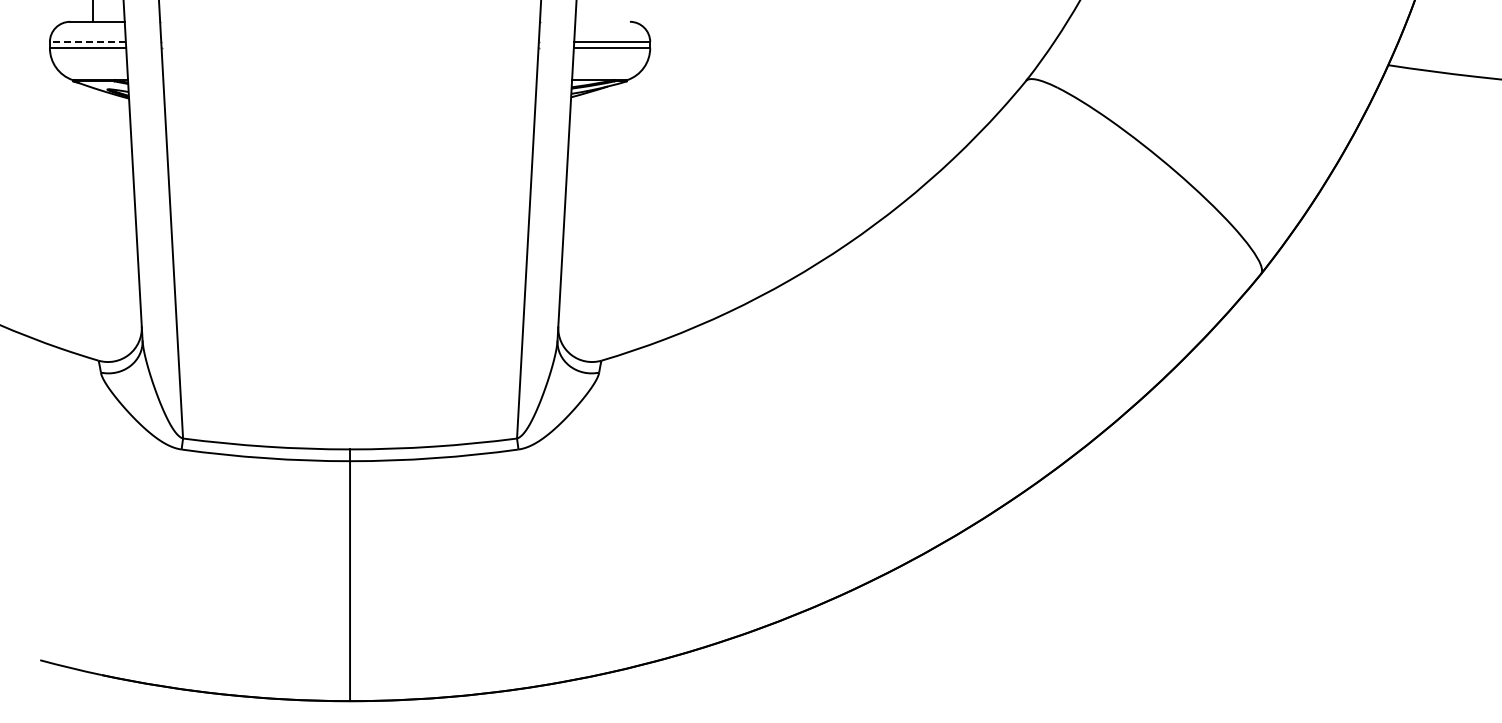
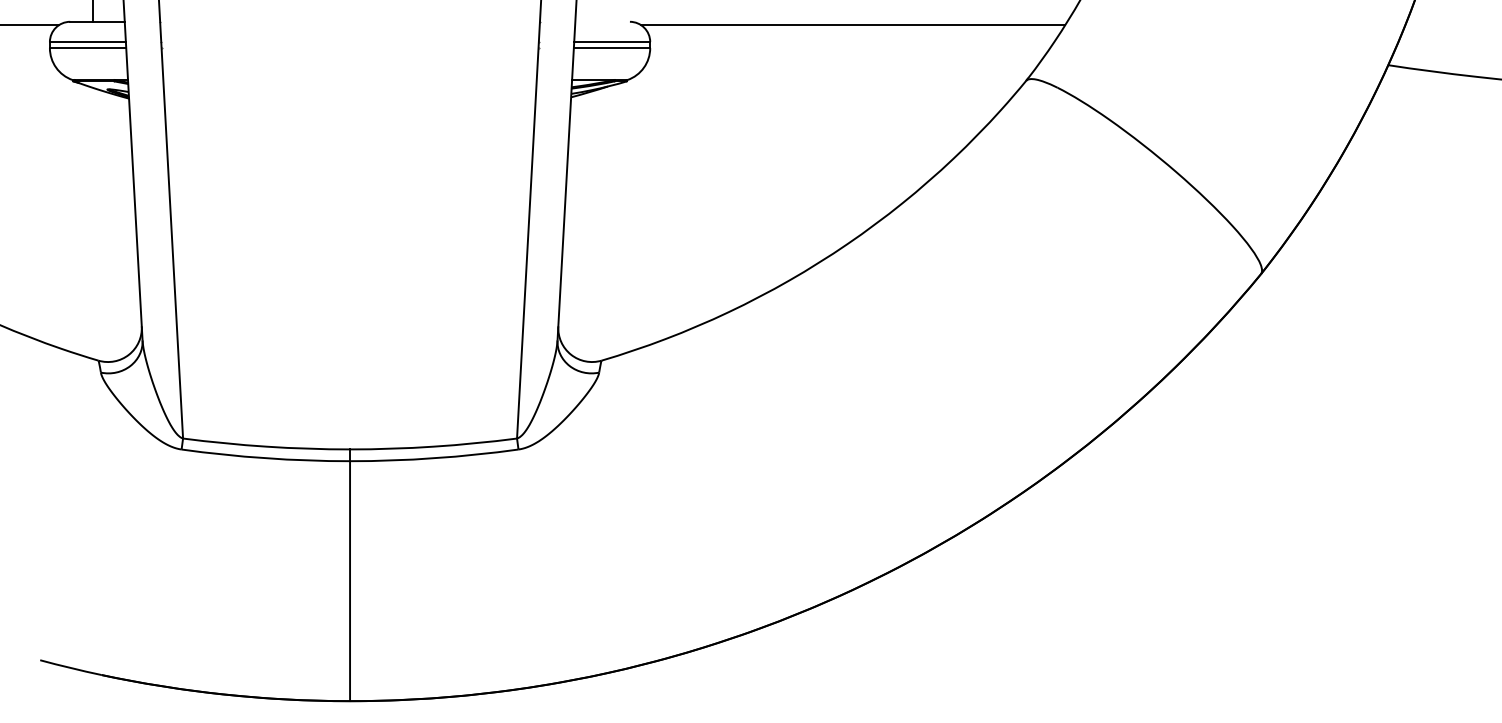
line at (30, 25): none -> present
line at (853, 25): none -> present
line at (87, 42): dashed -> solid
